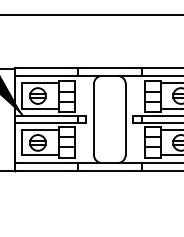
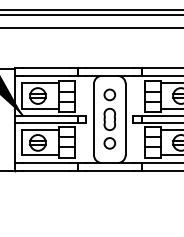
line at (91, 9): none -> present
line at (91, 27): none -> present
part at (109, 118): none -> present
